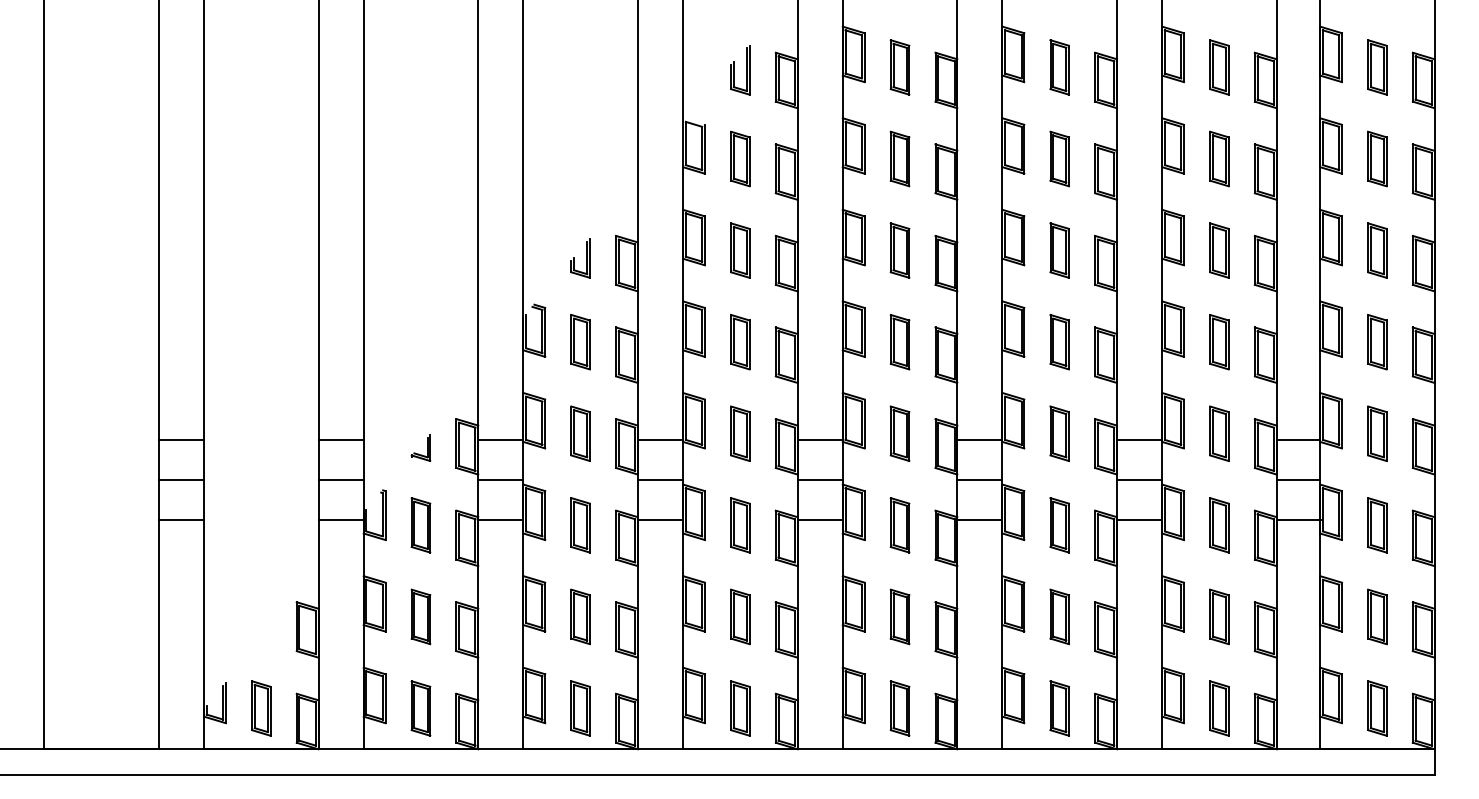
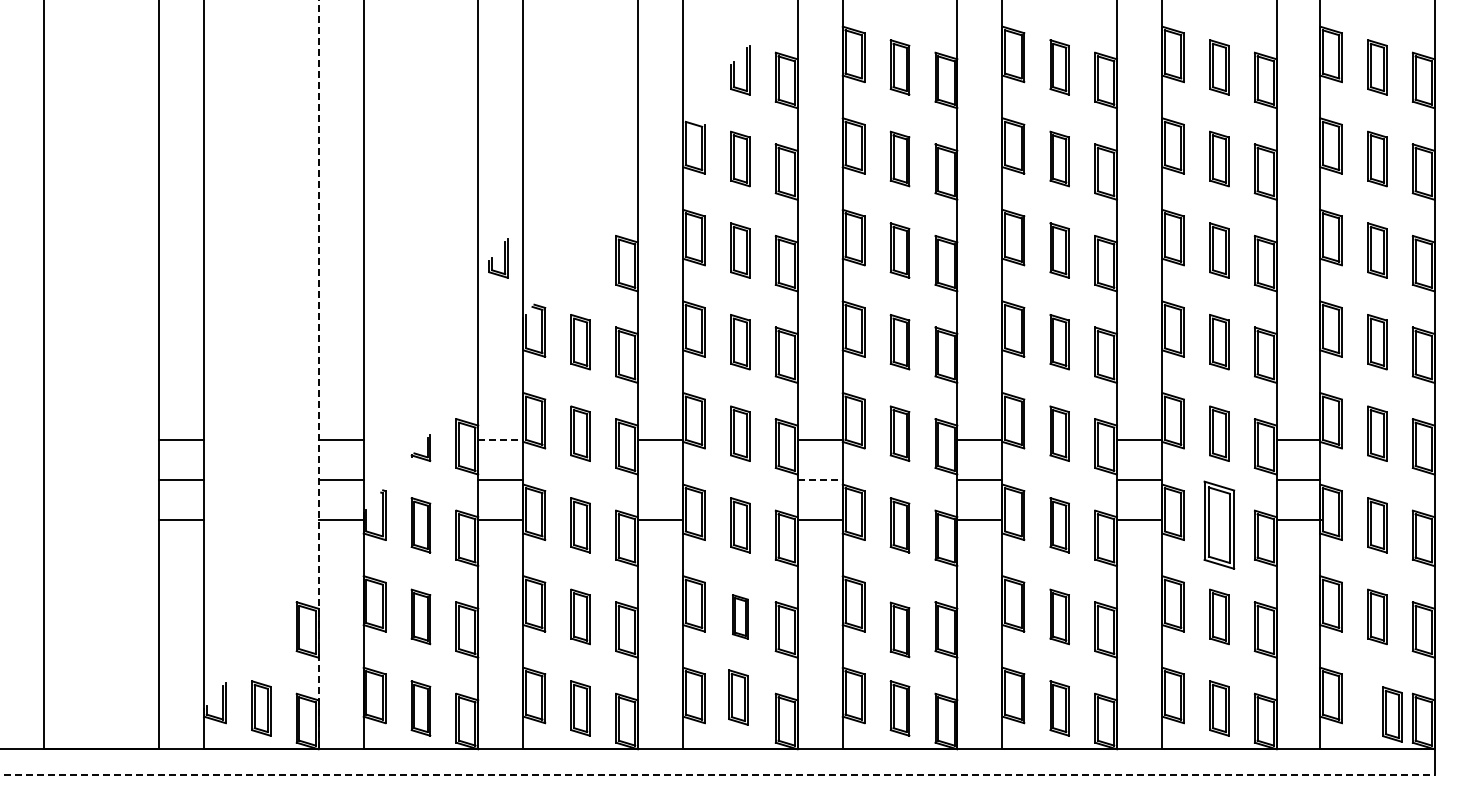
part at (580, 258) position: (580, 258) -> (498, 258)
line at (318, 374): solid -> dashed
line at (500, 440): solid -> dashed
line at (660, 480): present -> none
line at (820, 480): solid -> dashed
part at (1219, 525) size: 21x57 px -> 33x90 px
part at (740, 616) size: 21x58 px -> 17x46 px
part at (899, 616) position: (899, 616) -> (899, 629)
part at (740, 708) position: (740, 708) -> (738, 697)
part at (1377, 708) position: (1377, 708) -> (1392, 714)
line at (717, 775): solid -> dashed
